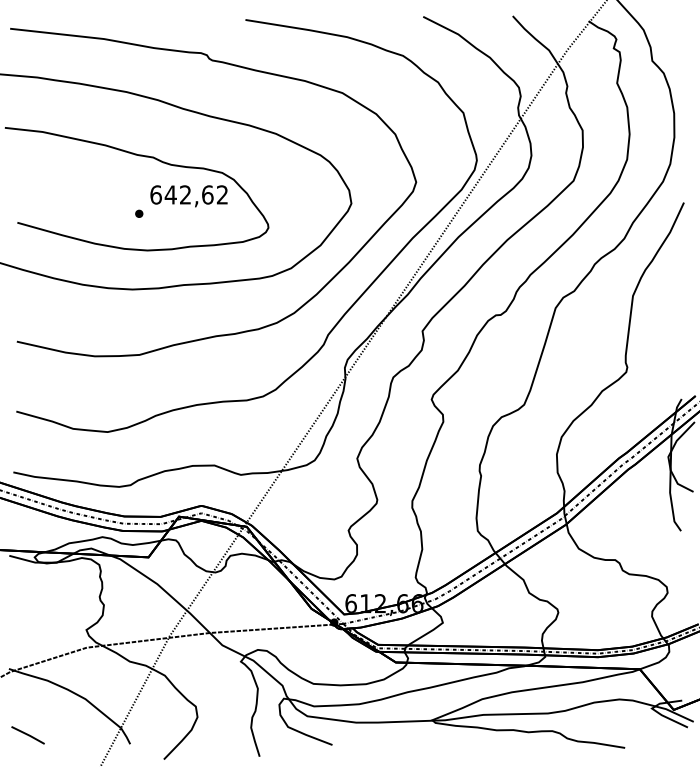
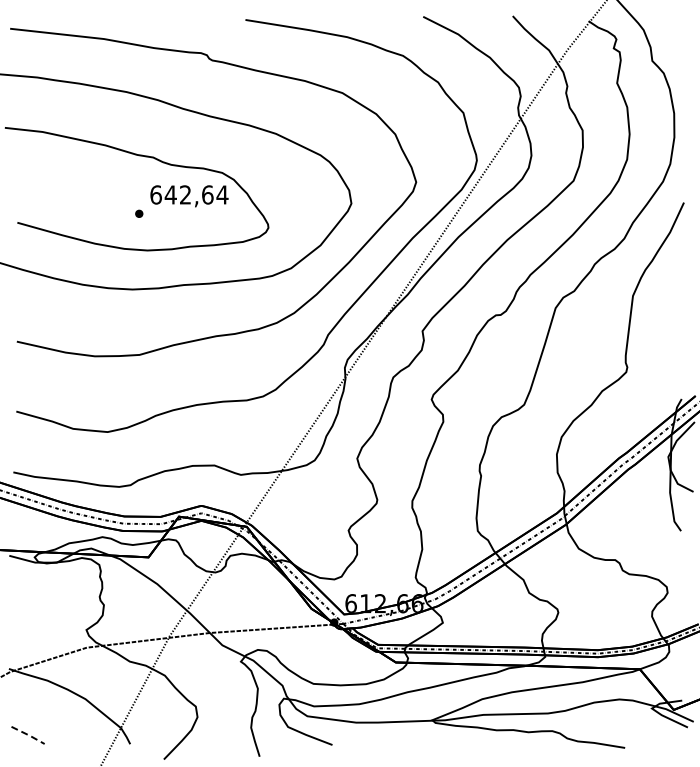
text at (222, 194): 642,62 -> 642,64
line at (29, 735): solid -> dashed
